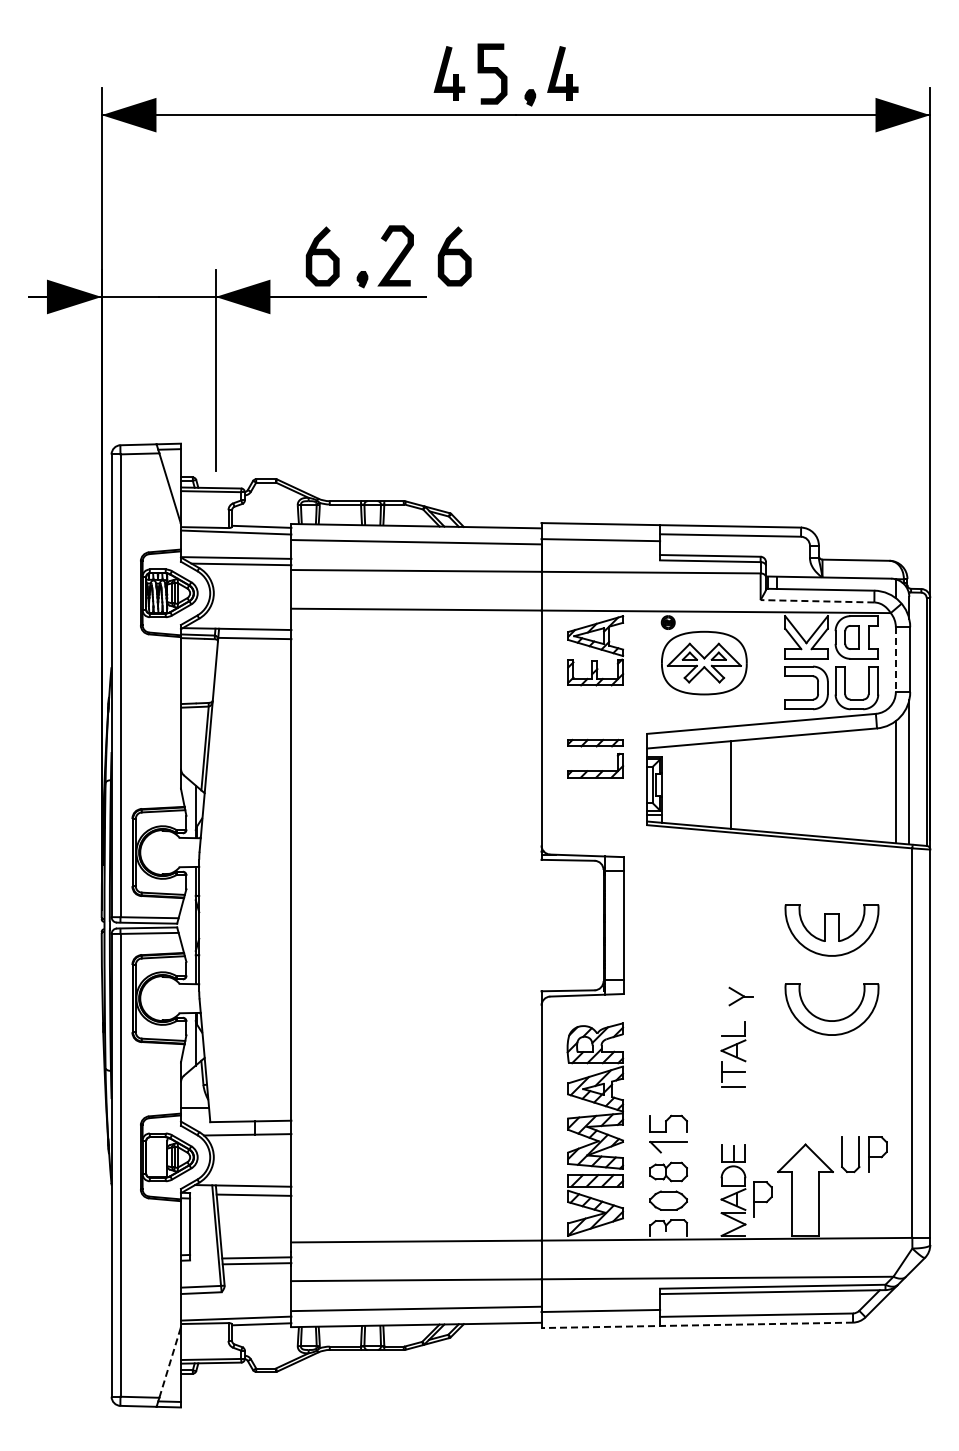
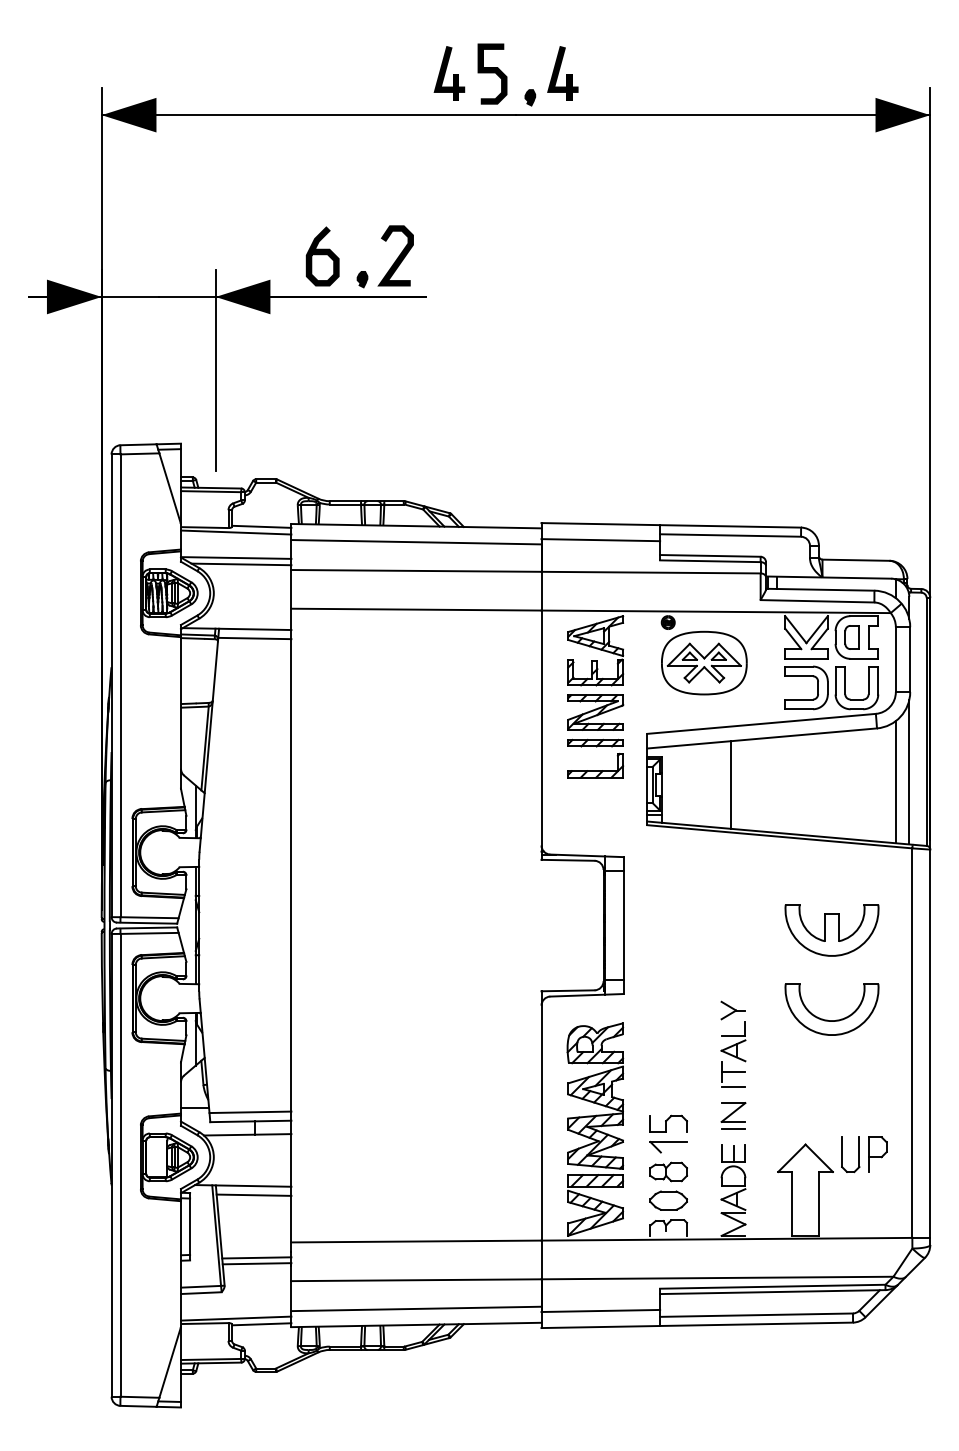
curve at (454, 255): present -> none
line at (817, 601): dashed -> solid
line at (895, 660): dashed -> solid
part at (595, 712): none -> present
part at (740, 996) position: (740, 996) -> (732, 1010)
line at (250, 1112): none -> present
part at (733, 1115): none -> present
part at (762, 1199): present -> none
line at (697, 1325): dashed -> solid
line at (170, 1362): dashed -> solid
